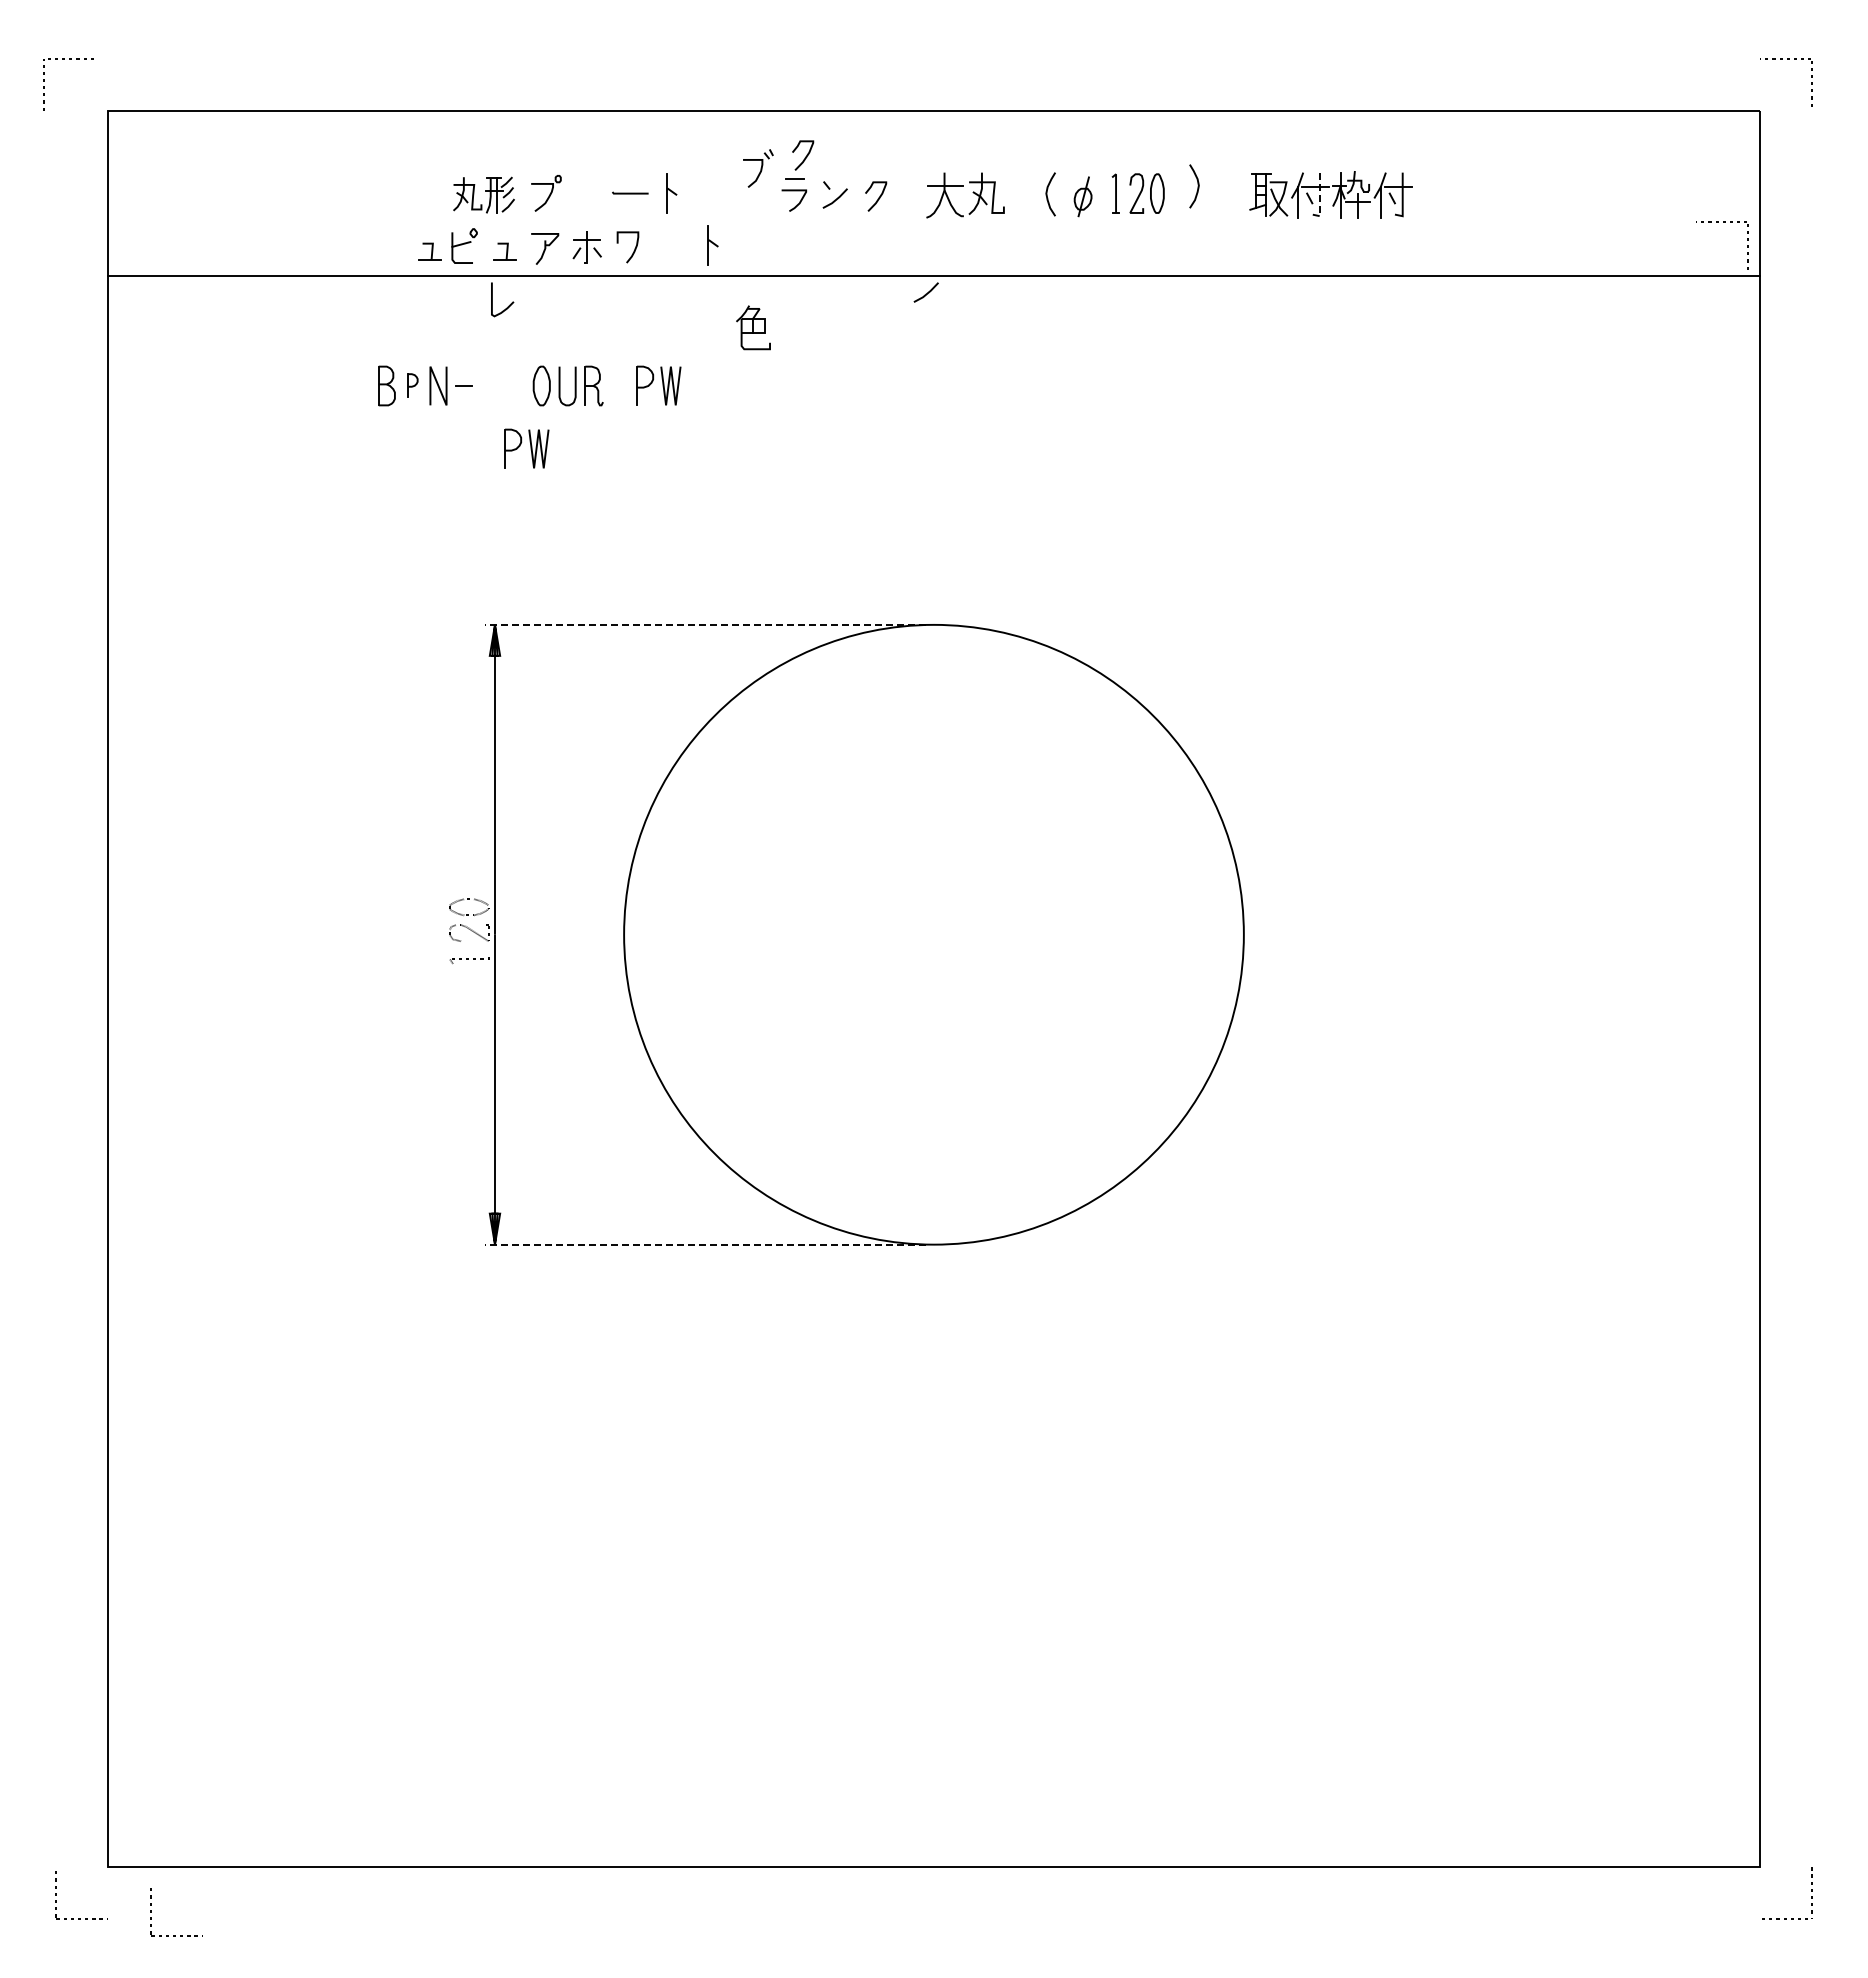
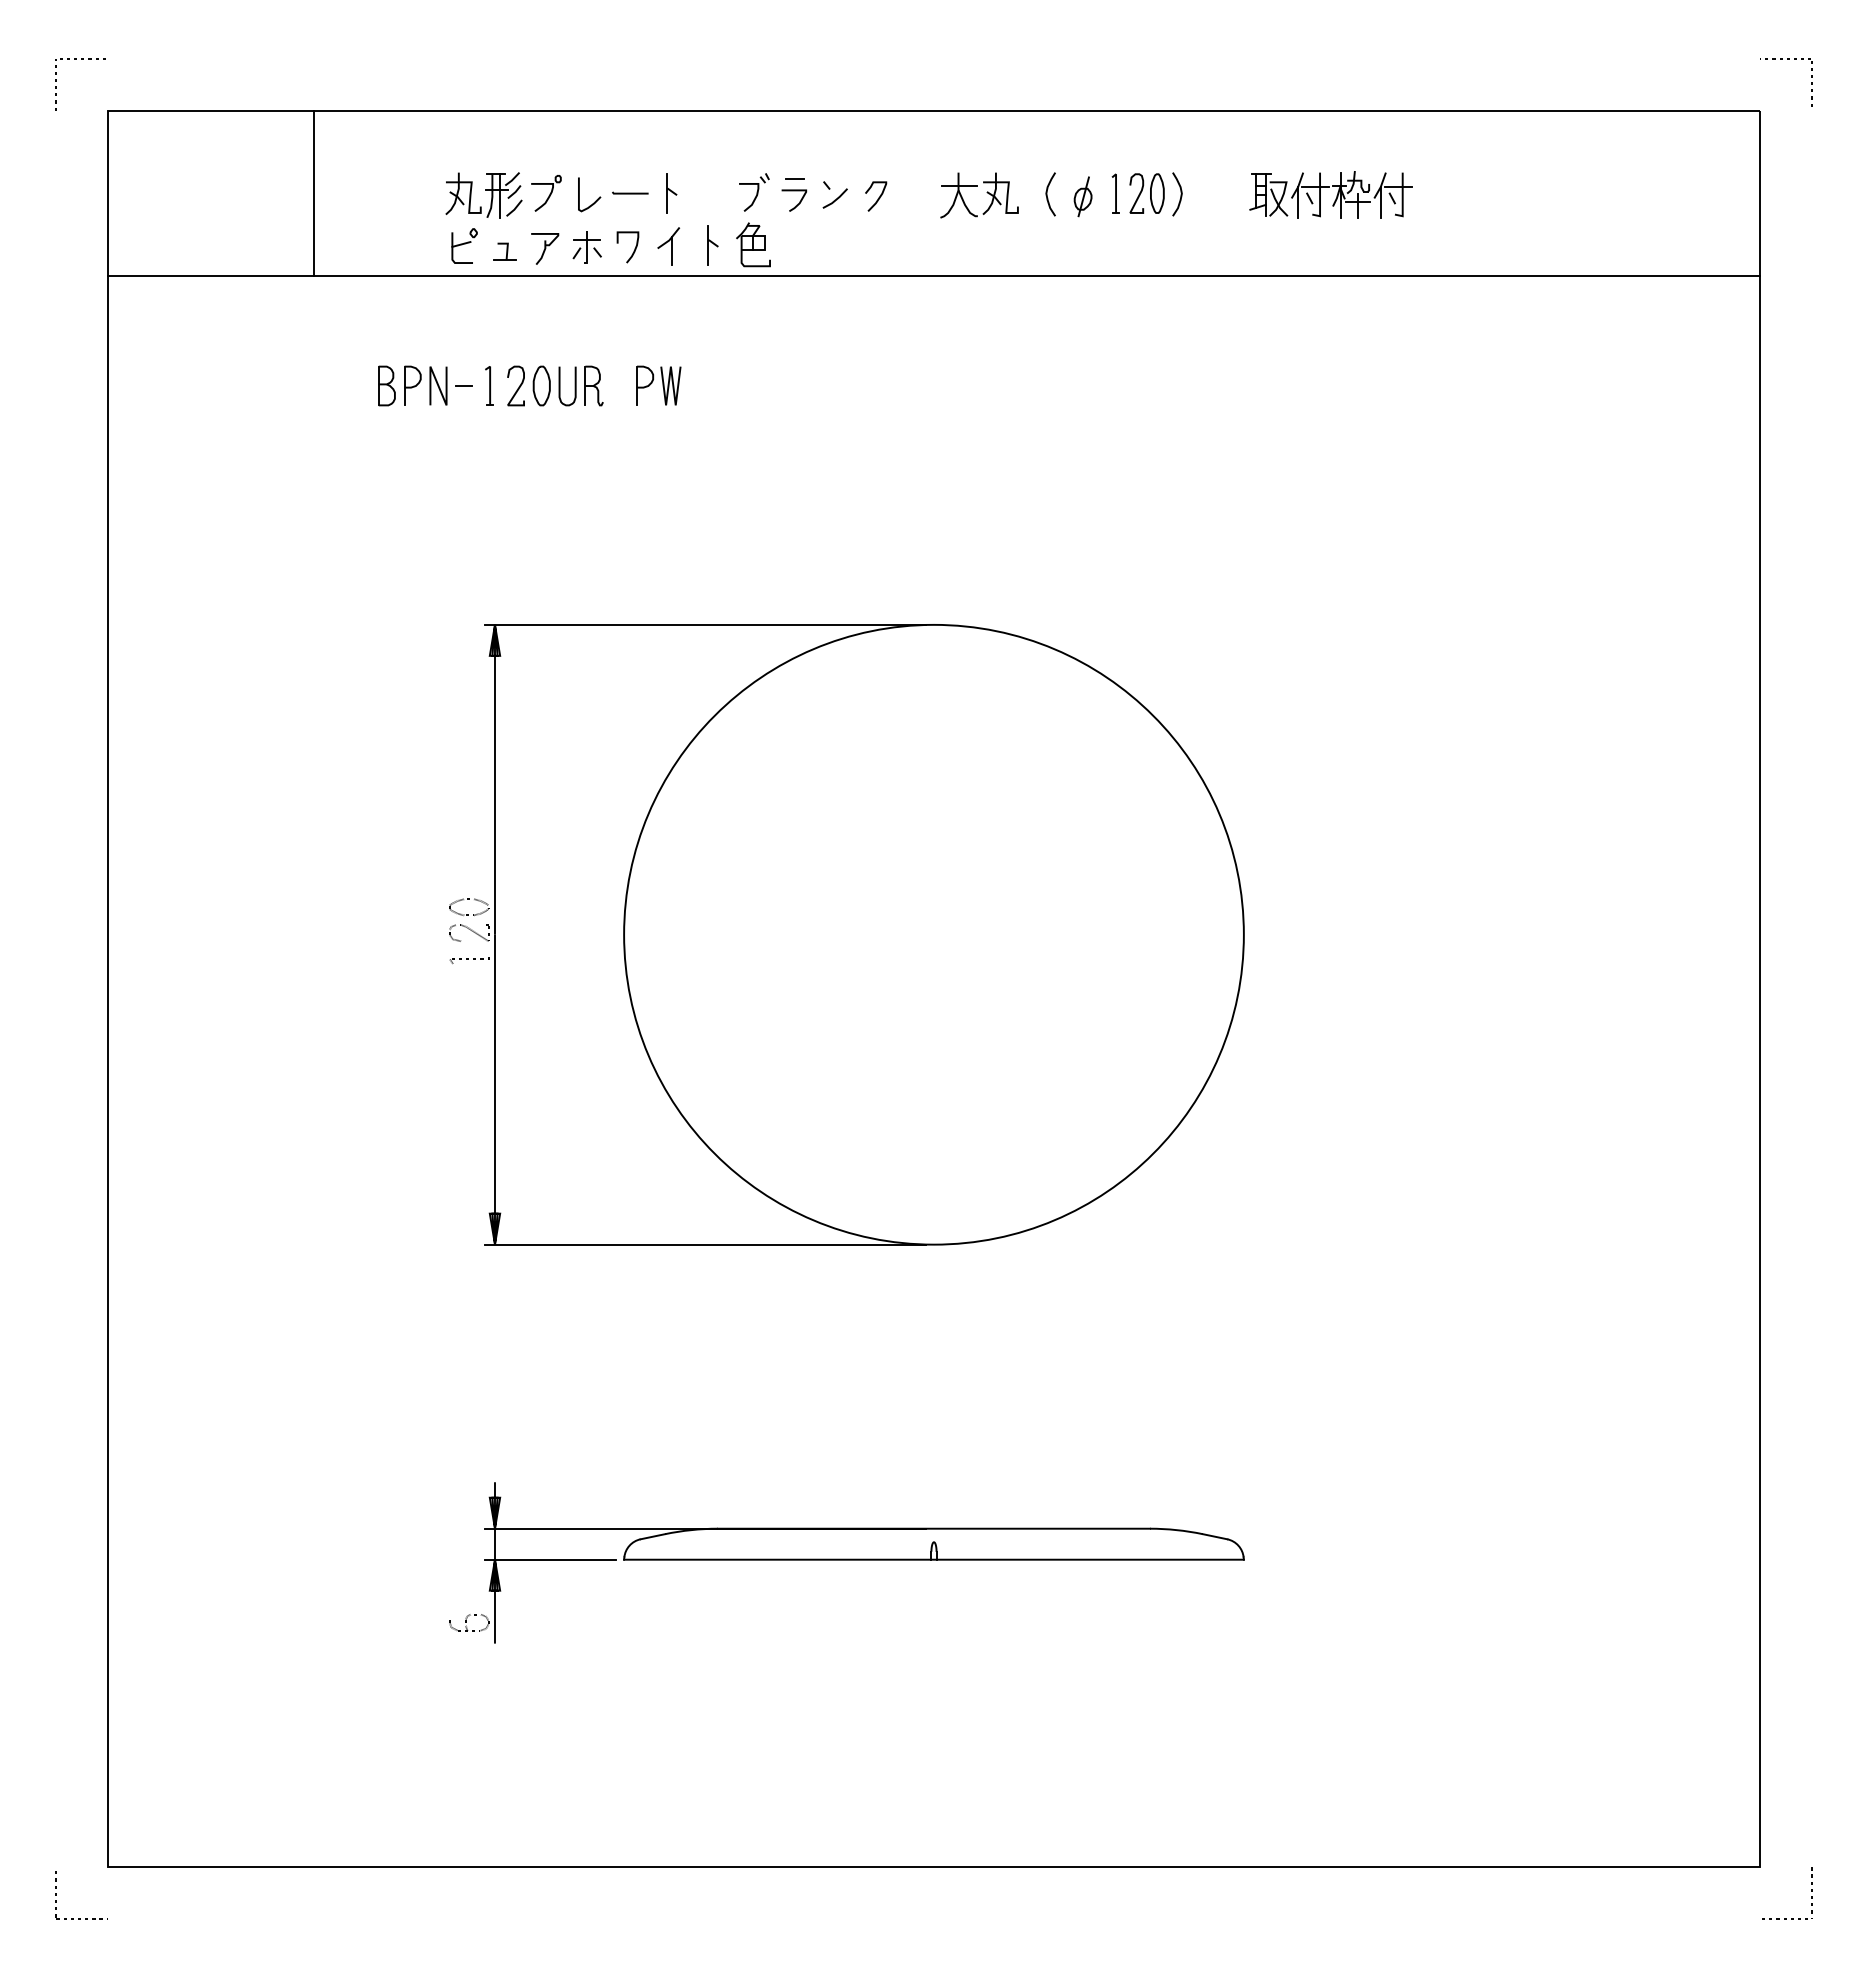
line at (44, 86) position: (44, 86) -> (56, 86)
curve at (805, 156): present -> none
part at (758, 168) position: (758, 168) -> (754, 192)
curve at (1197, 186) position: (1197, 186) -> (1180, 194)
part at (972, 192) position: (972, 192) -> (986, 192)
line at (314, 193): none -> present
part at (483, 194) size: 62x38 px -> 78x47 px
line at (1320, 199): dashed -> solid
line at (1723, 222): present -> none
part at (668, 246): none -> present
part at (429, 251): present -> none
line at (925, 293): present -> none
curve at (508, 305) position: (508, 305) -> (595, 200)
part at (753, 327) position: (753, 327) -> (753, 244)
part at (412, 385) size: 12x25 px -> 18x41 px
part at (489, 385): none -> present
curve at (518, 386): none -> present
part at (526, 448): present -> none
line at (705, 624): dashed -> solid
line at (705, 1244): dashed -> solid
part at (846, 1562): none -> present
line at (175, 1935): present -> none
